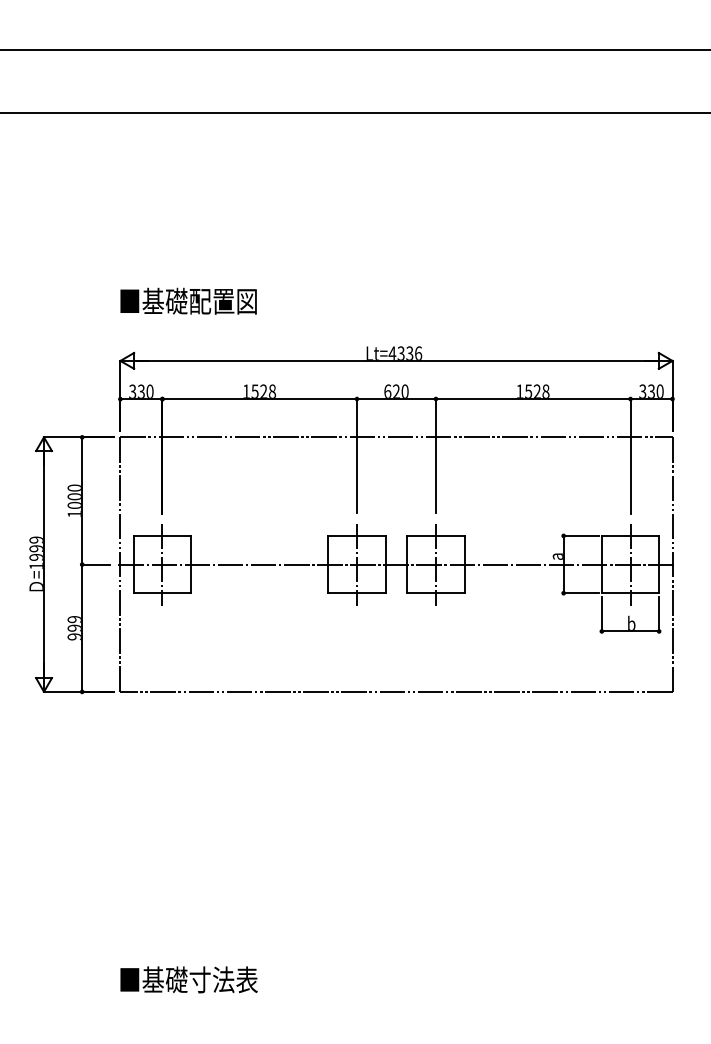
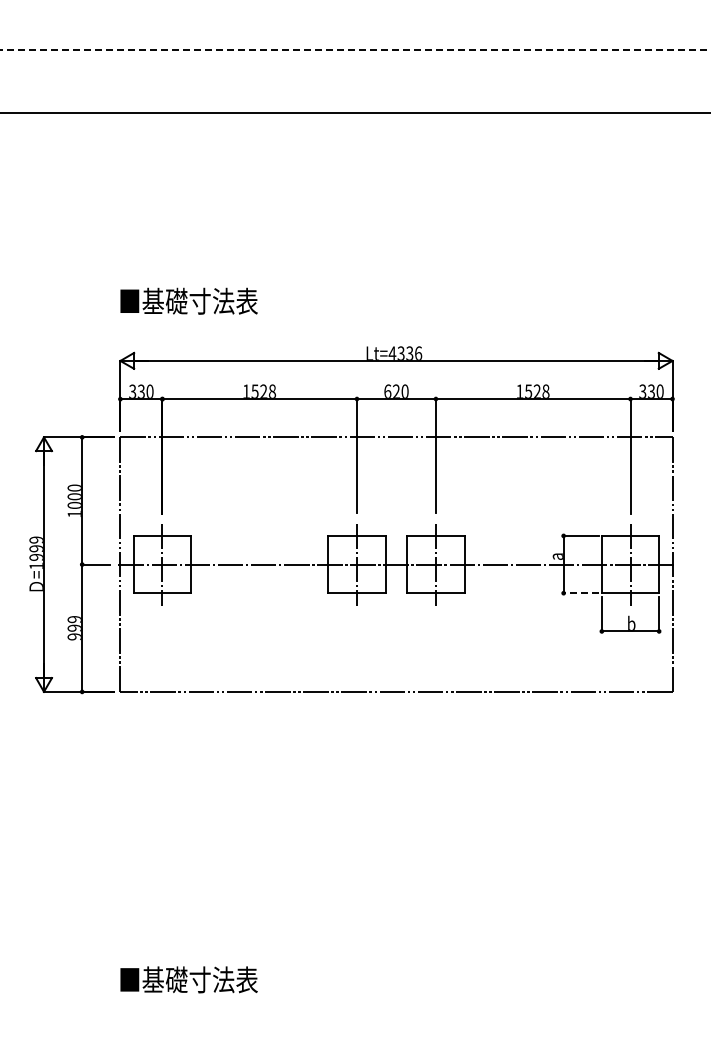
line at (355, 50): solid -> dashed
text at (223, 300): ■基礎配置図 -> ■基礎寸法表
line at (581, 593): solid -> dashed
